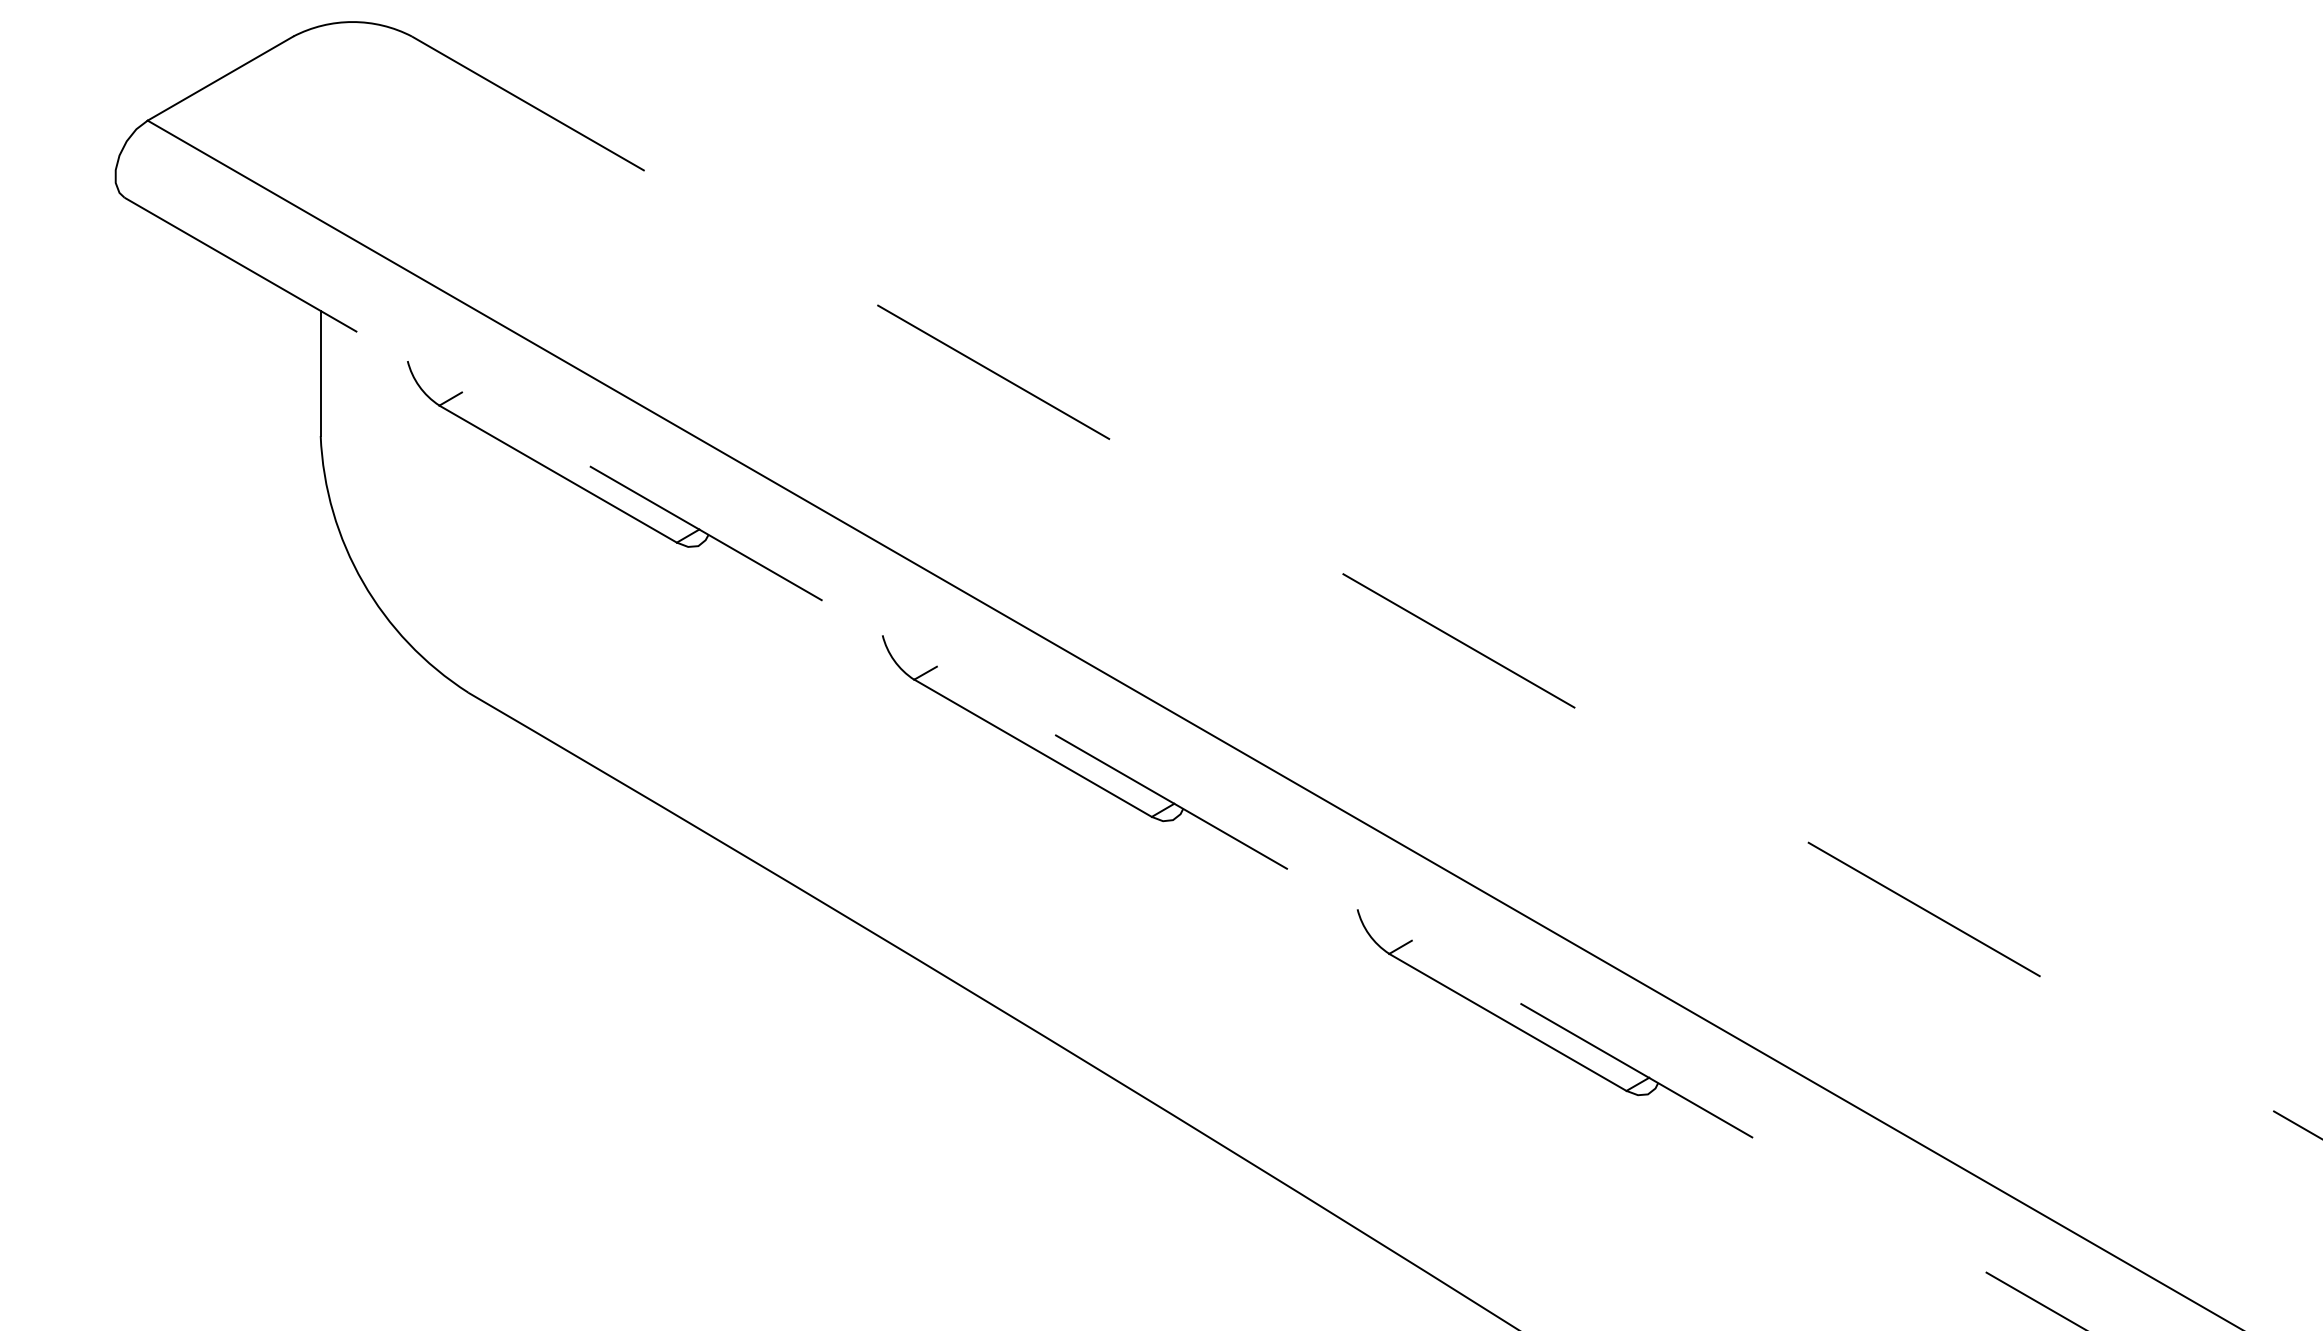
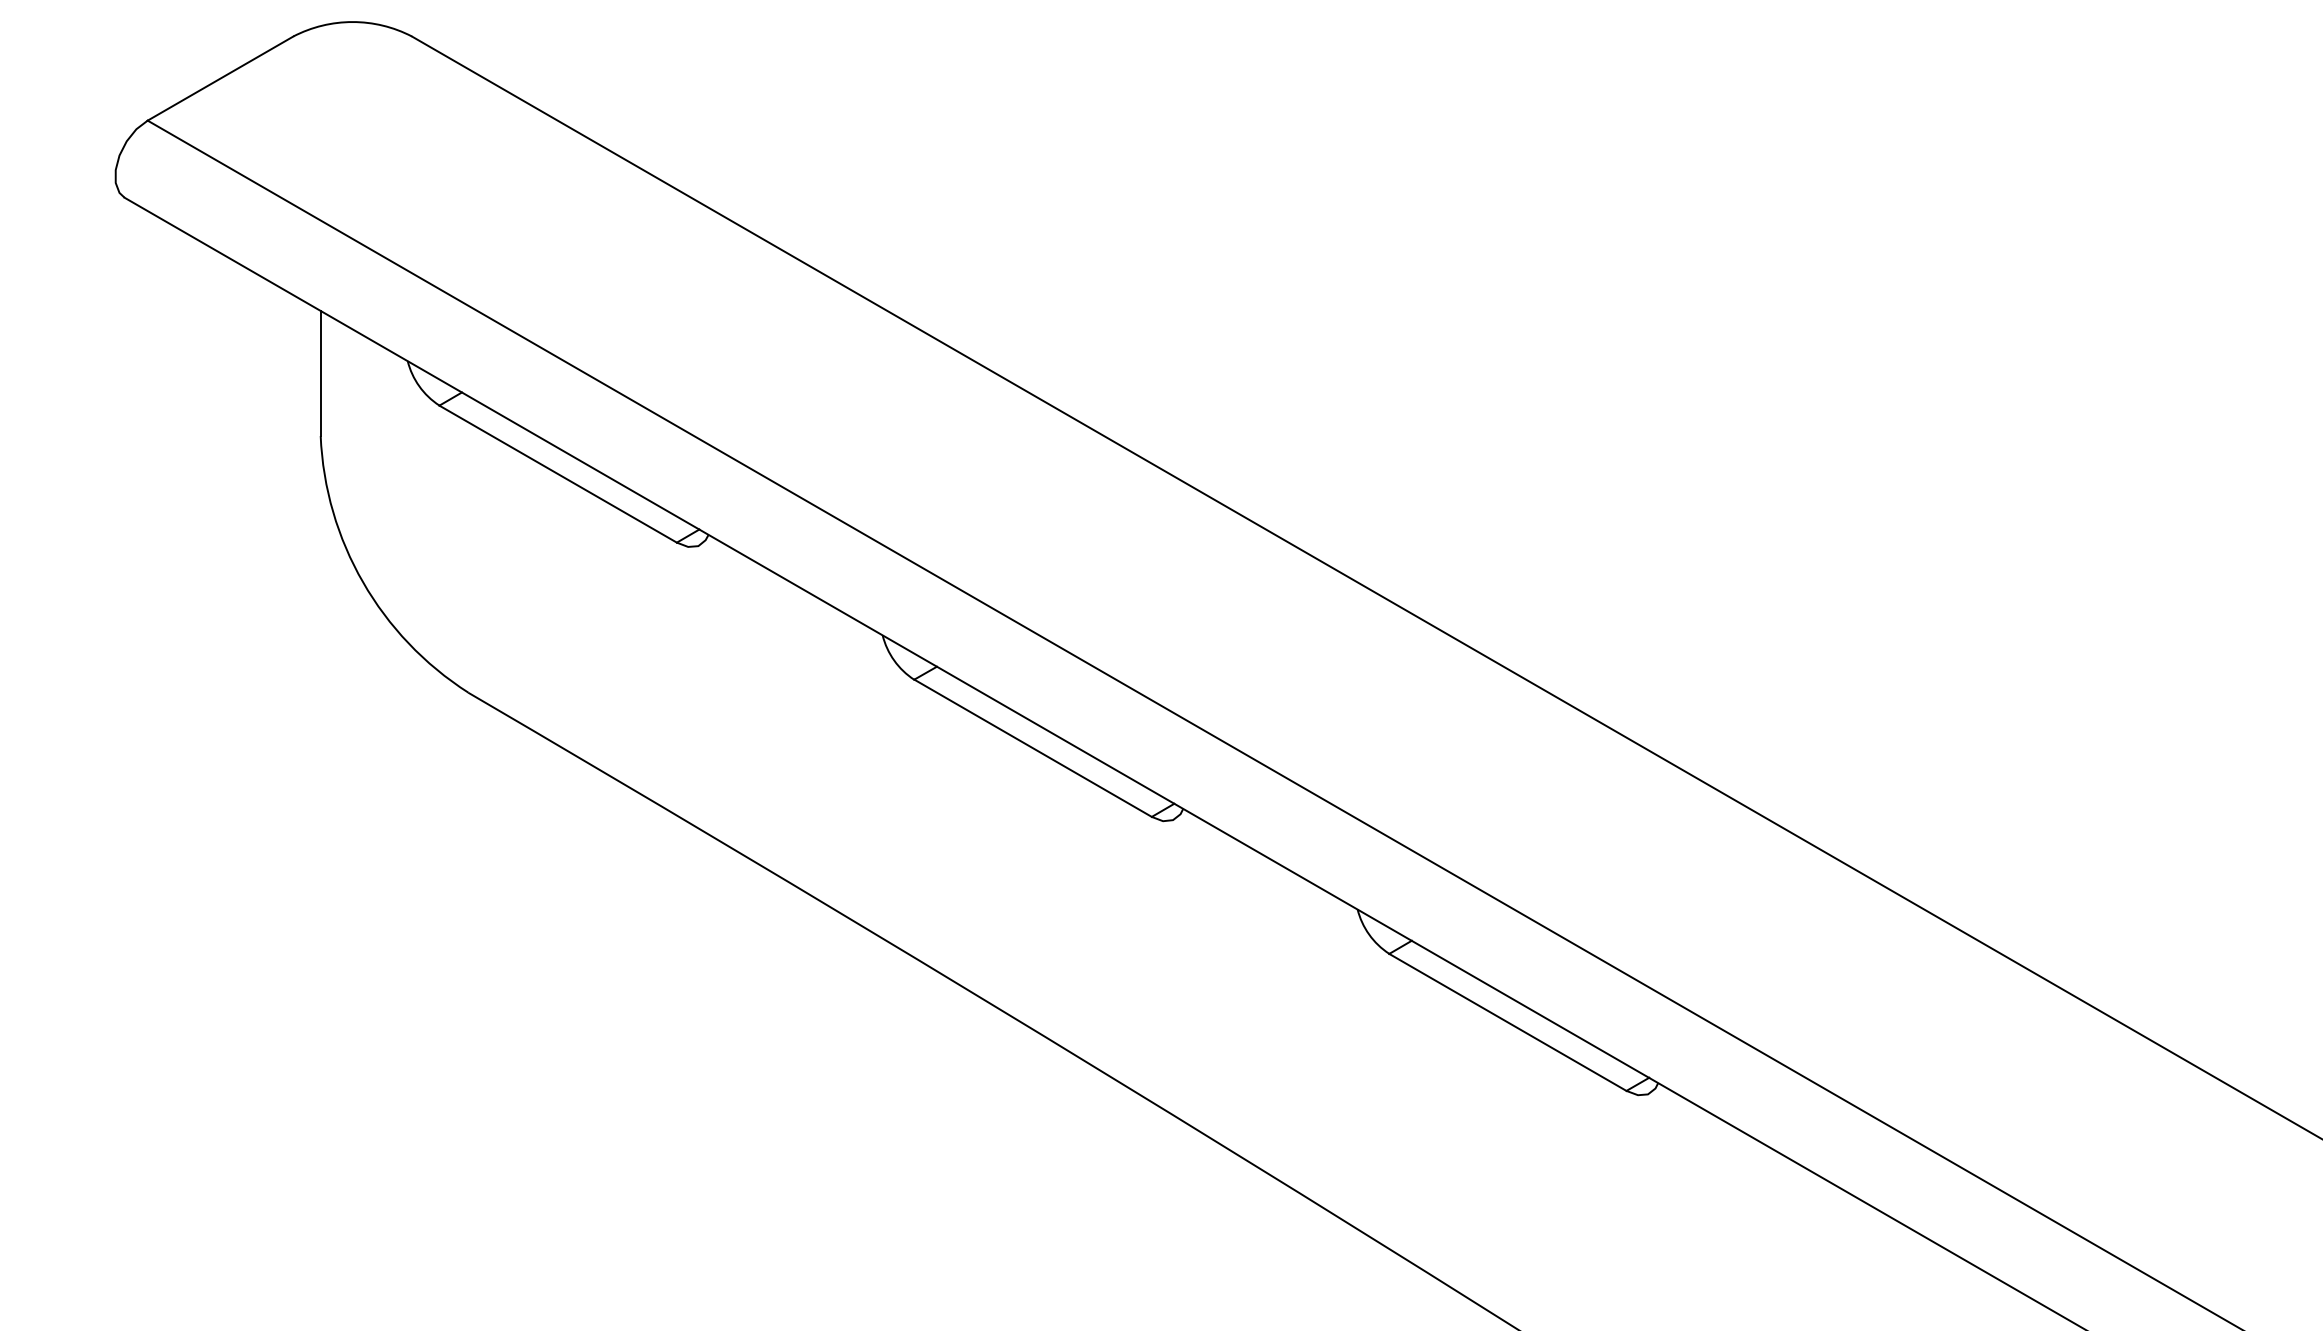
line at (1367, 588): dashed -> solid
line at (1106, 764): dashed -> solid
